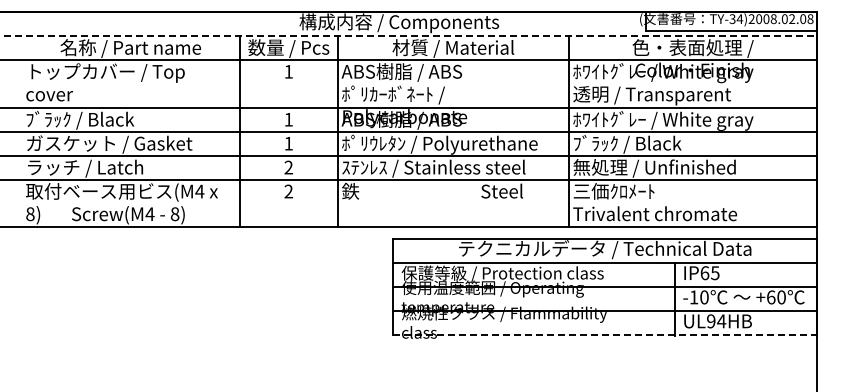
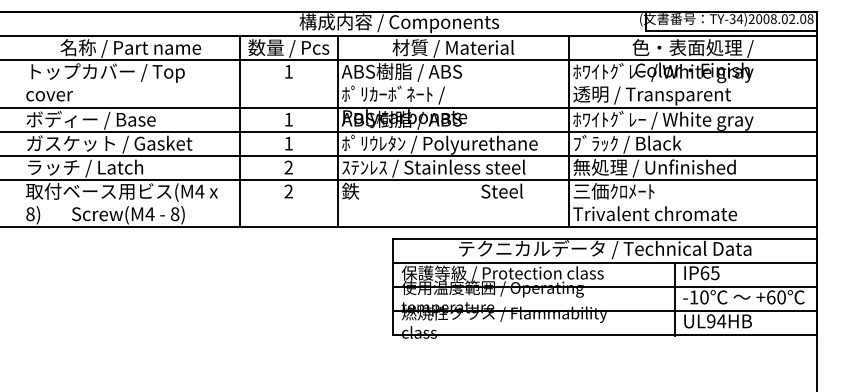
line at (408, 35): dashed -> solid
text at (90, 120): ﾌﾞﾗｯｸ / Black -> ボディー / Base
line at (605, 334): dashed -> solid
